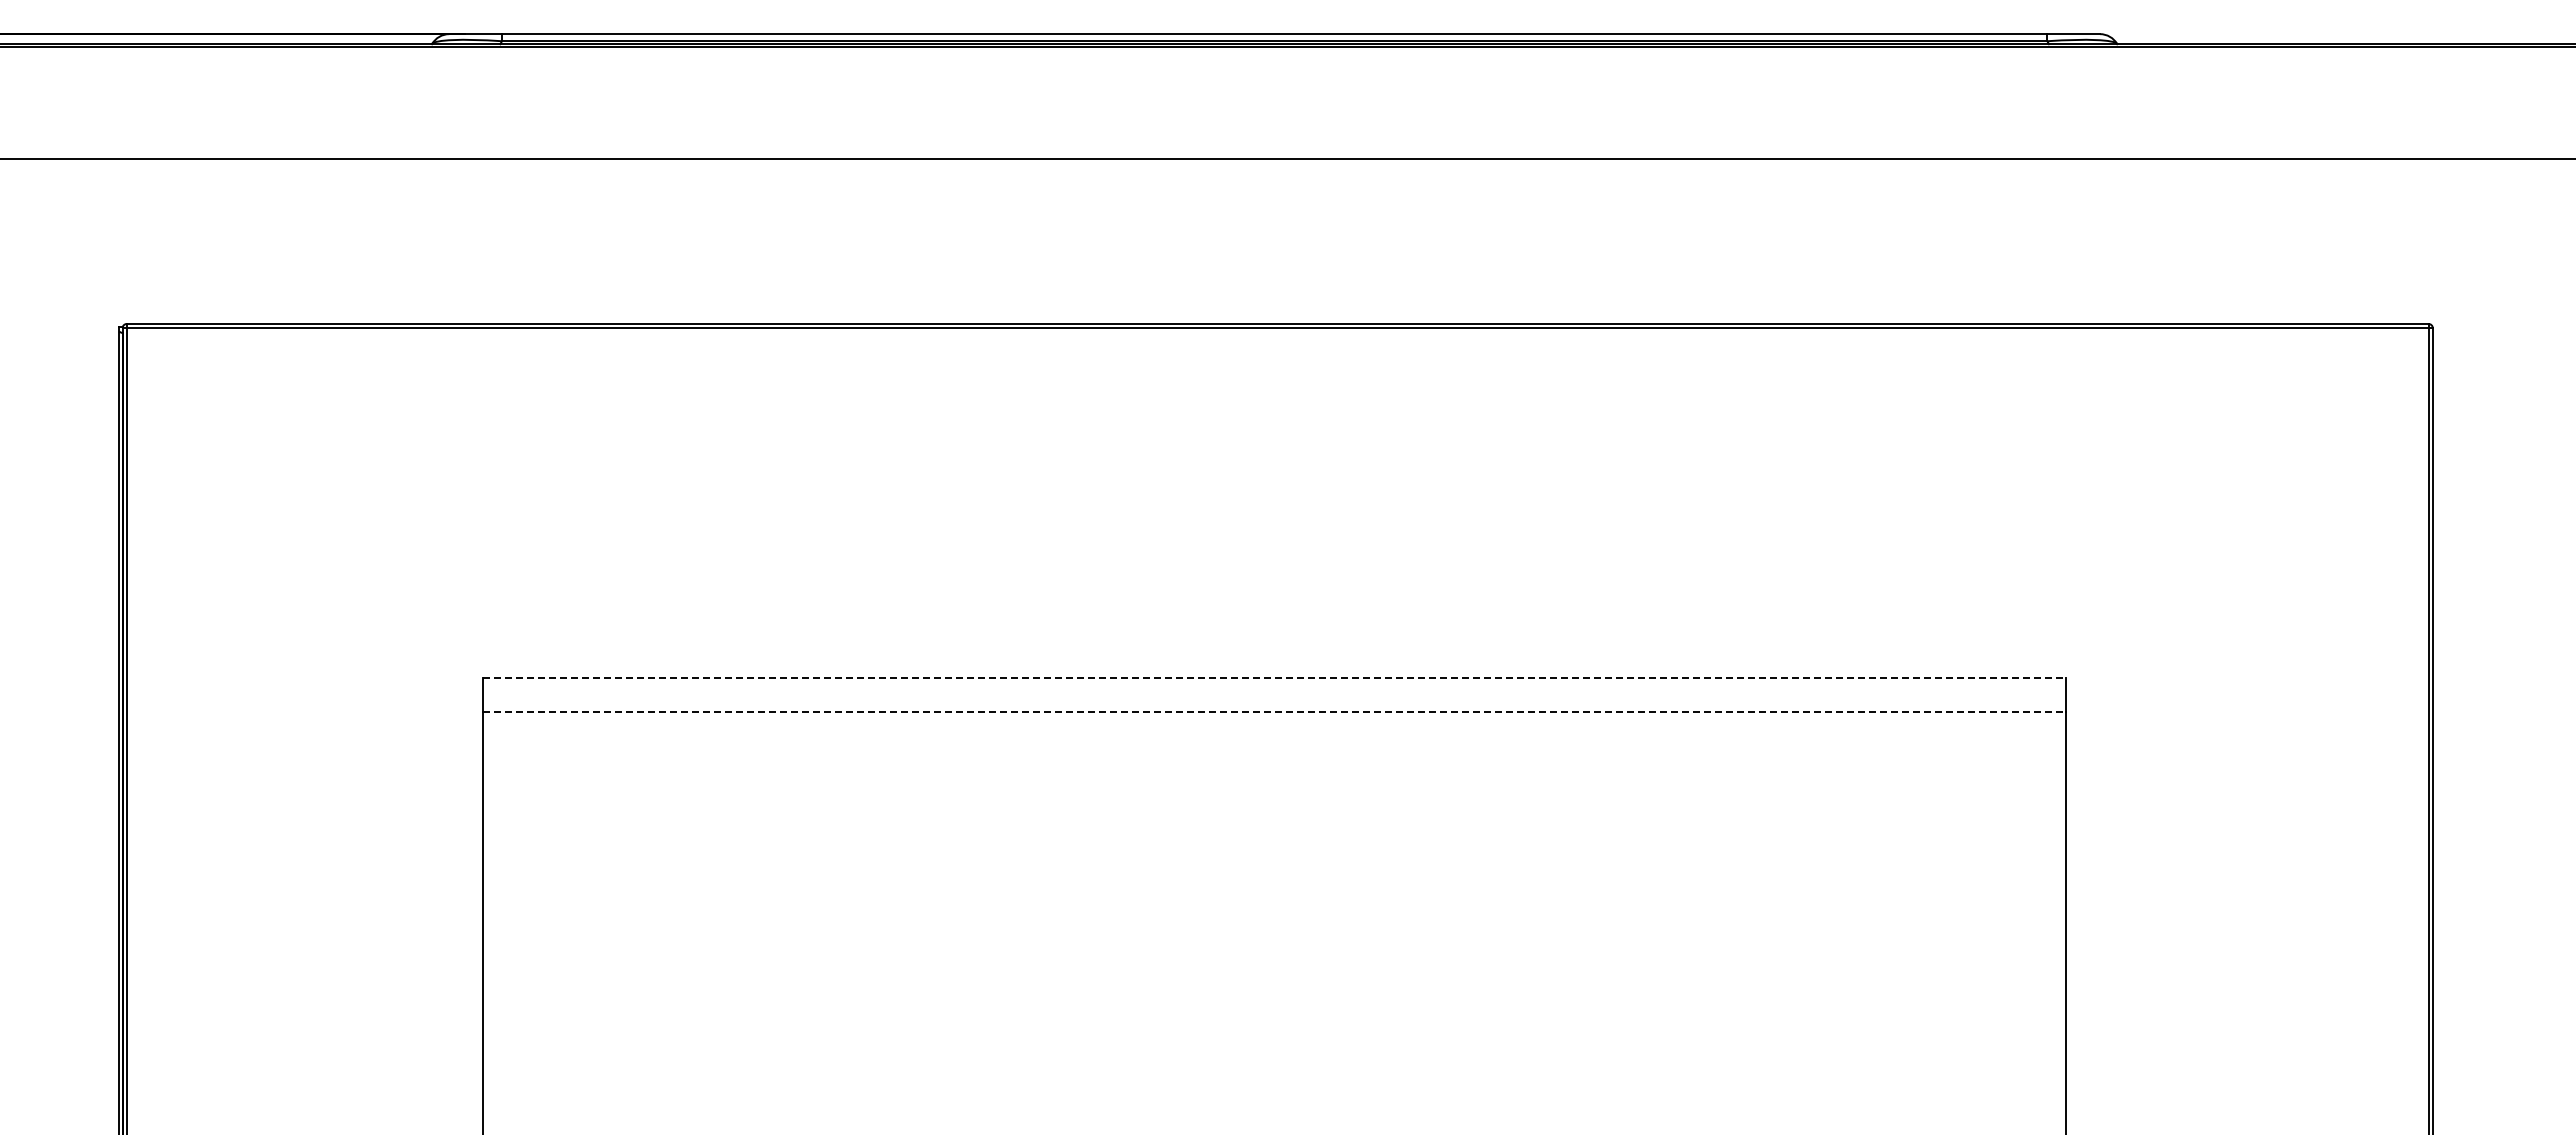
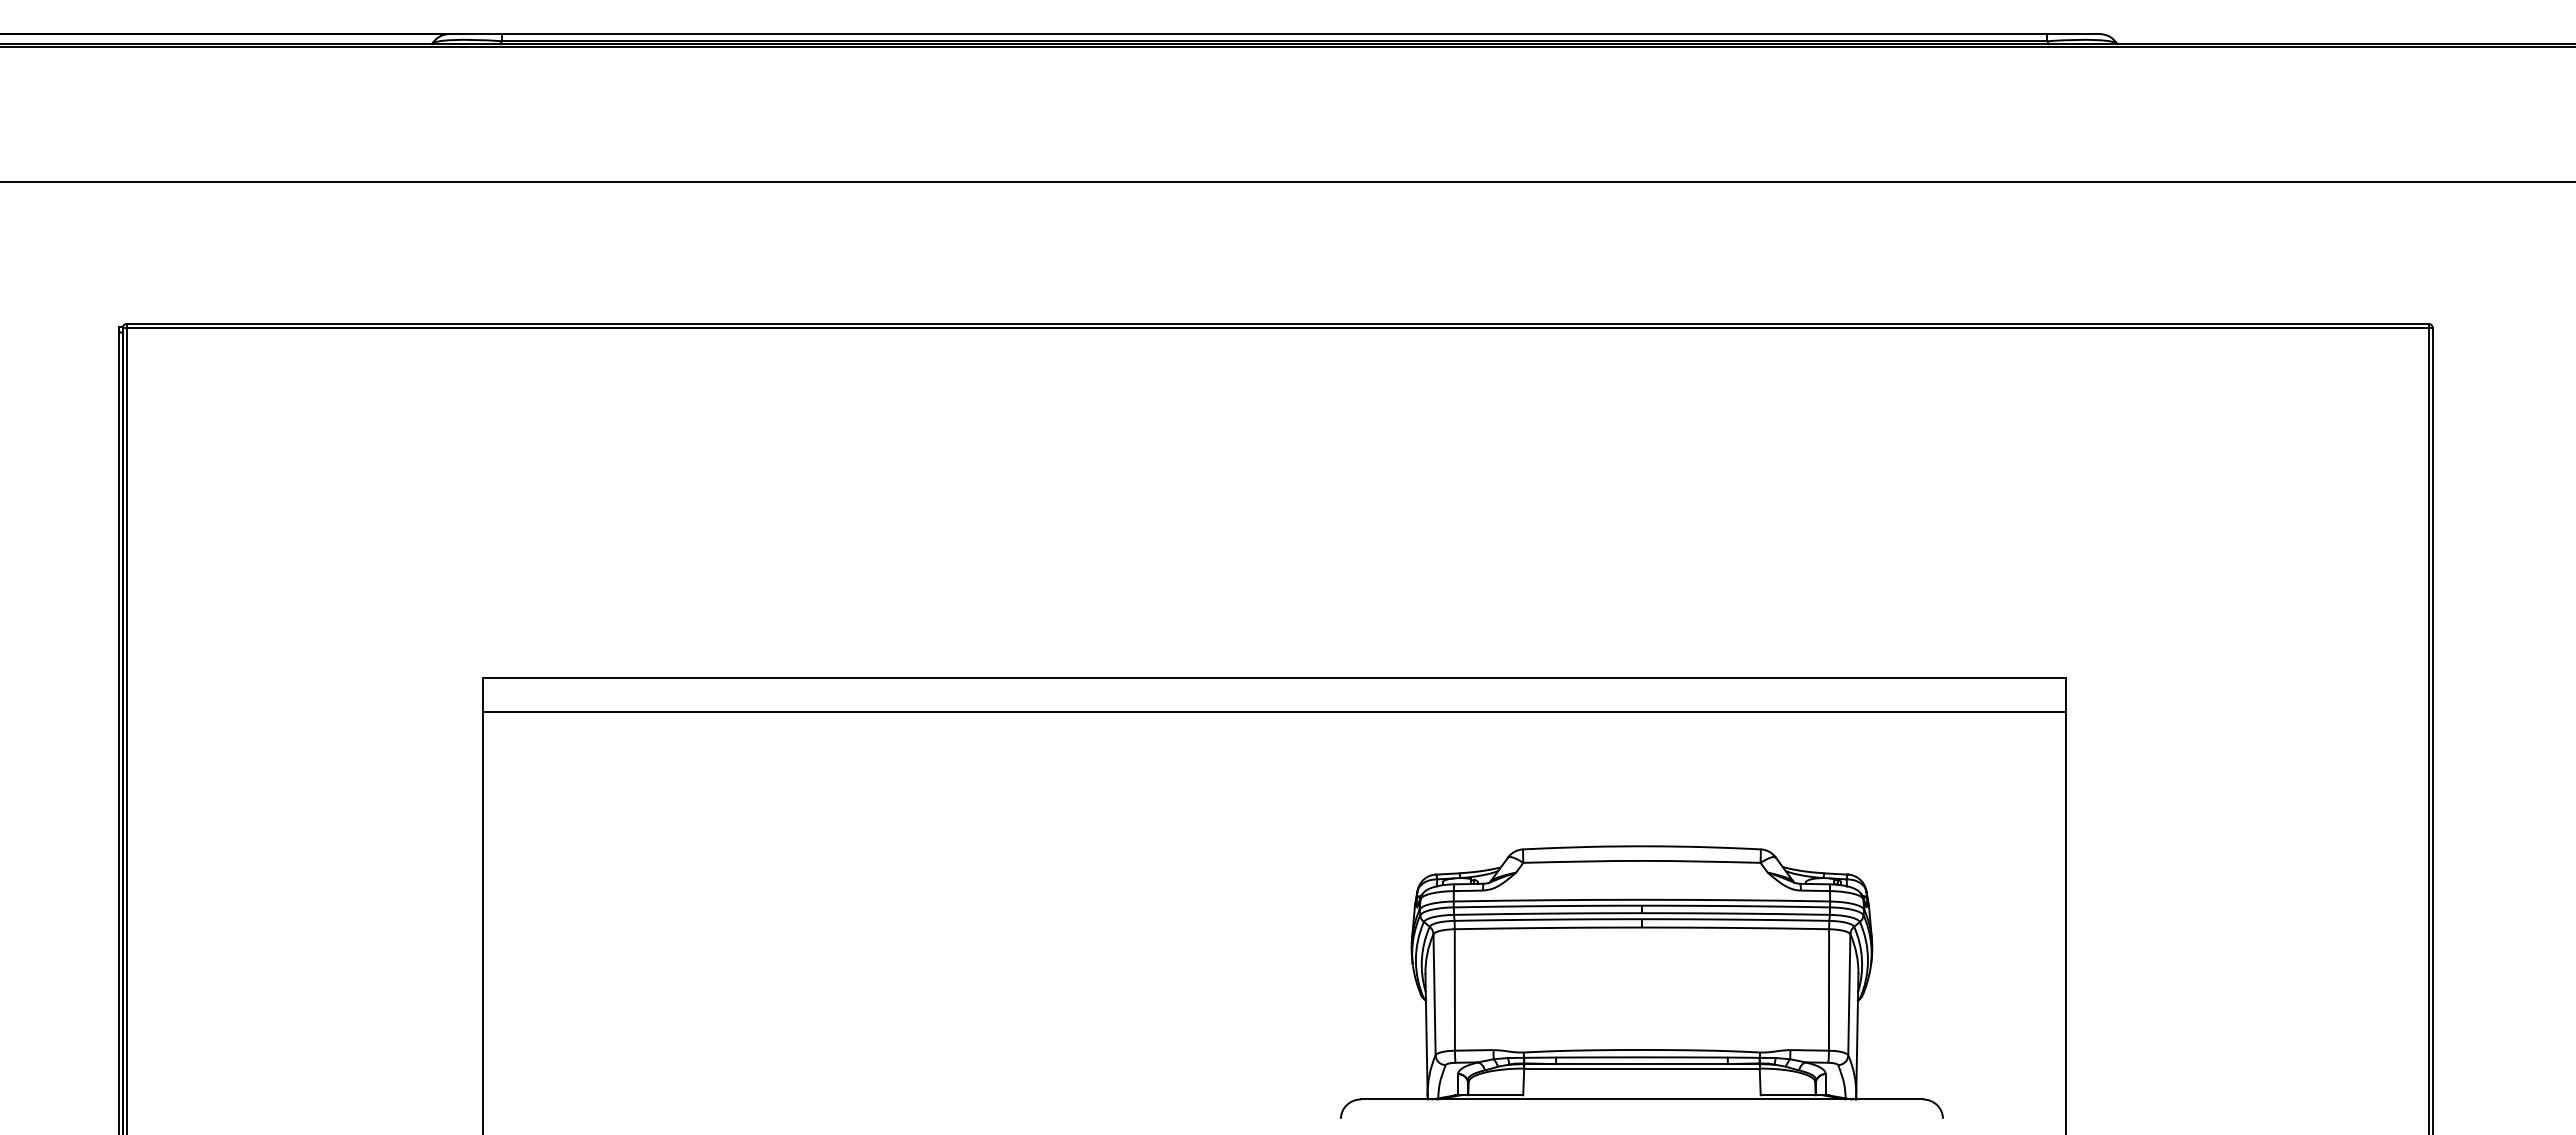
line at (1287, 158) position: (1287, 158) -> (1287, 181)
line at (1274, 677): dashed -> solid
line at (1274, 712): dashed -> solid
part at (1641, 981): none -> present
